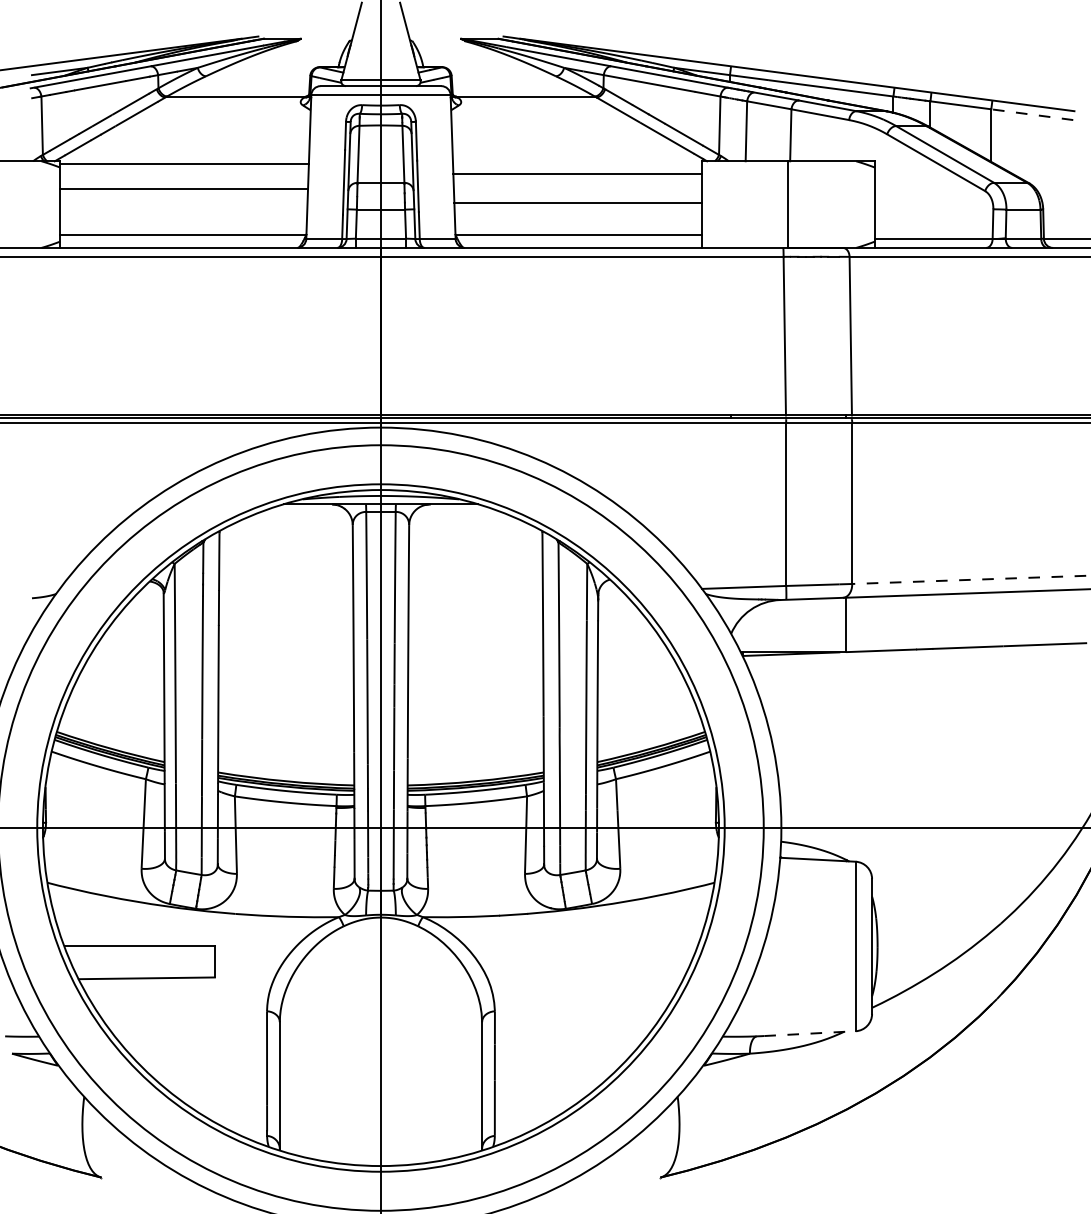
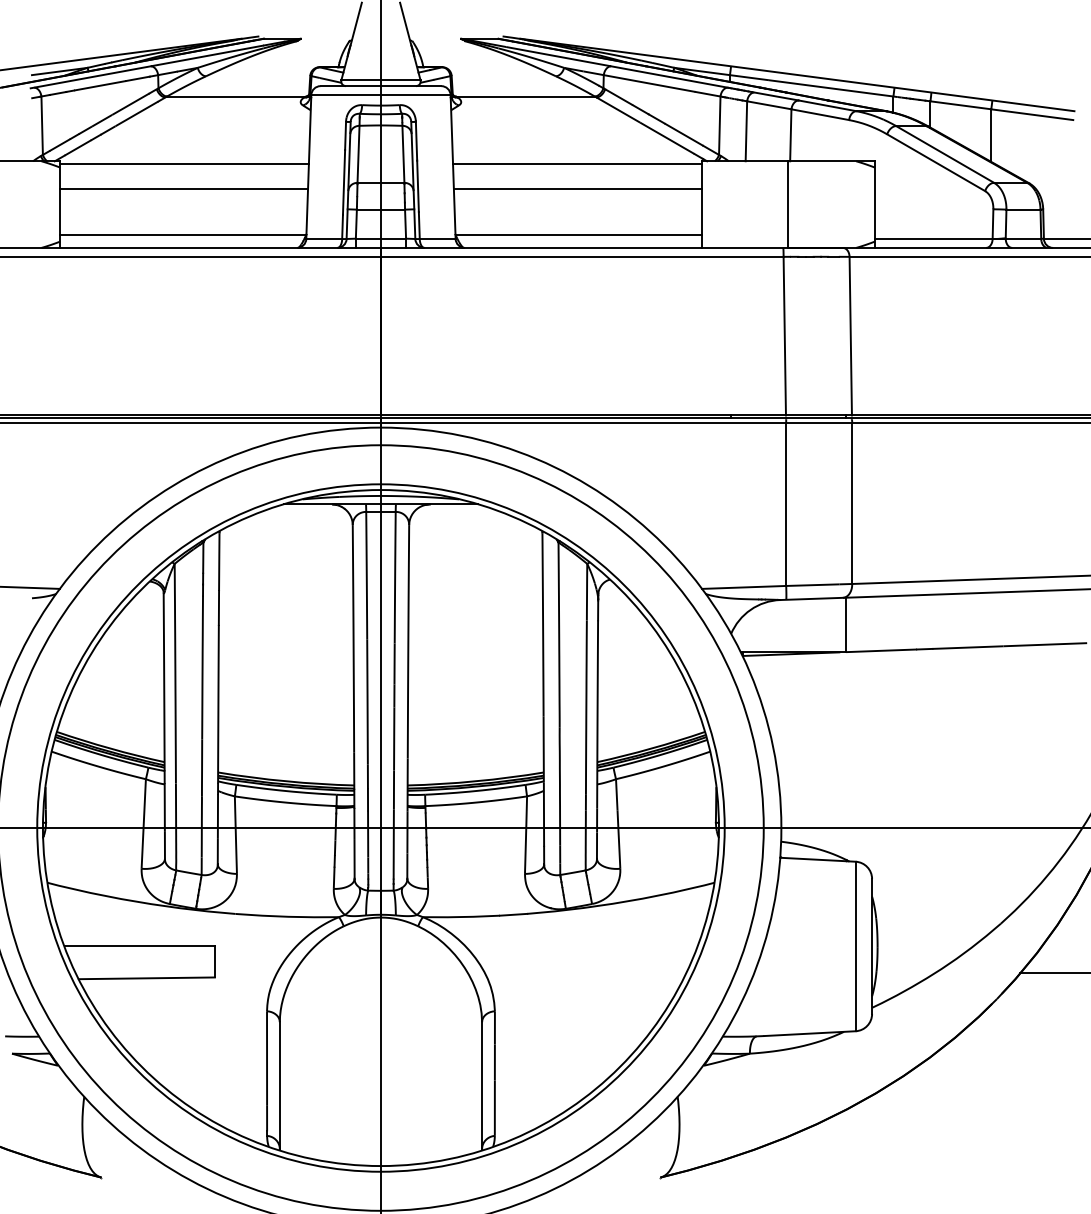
line at (1031, 114): dashed -> solid
line at (577, 174) position: (577, 174) -> (577, 164)
line at (577, 202) position: (577, 202) -> (577, 188)
line at (971, 579): dashed -> solid
line at (31, 587): none -> present
line at (1053, 973): none -> present
line at (810, 1033): dashed -> solid
